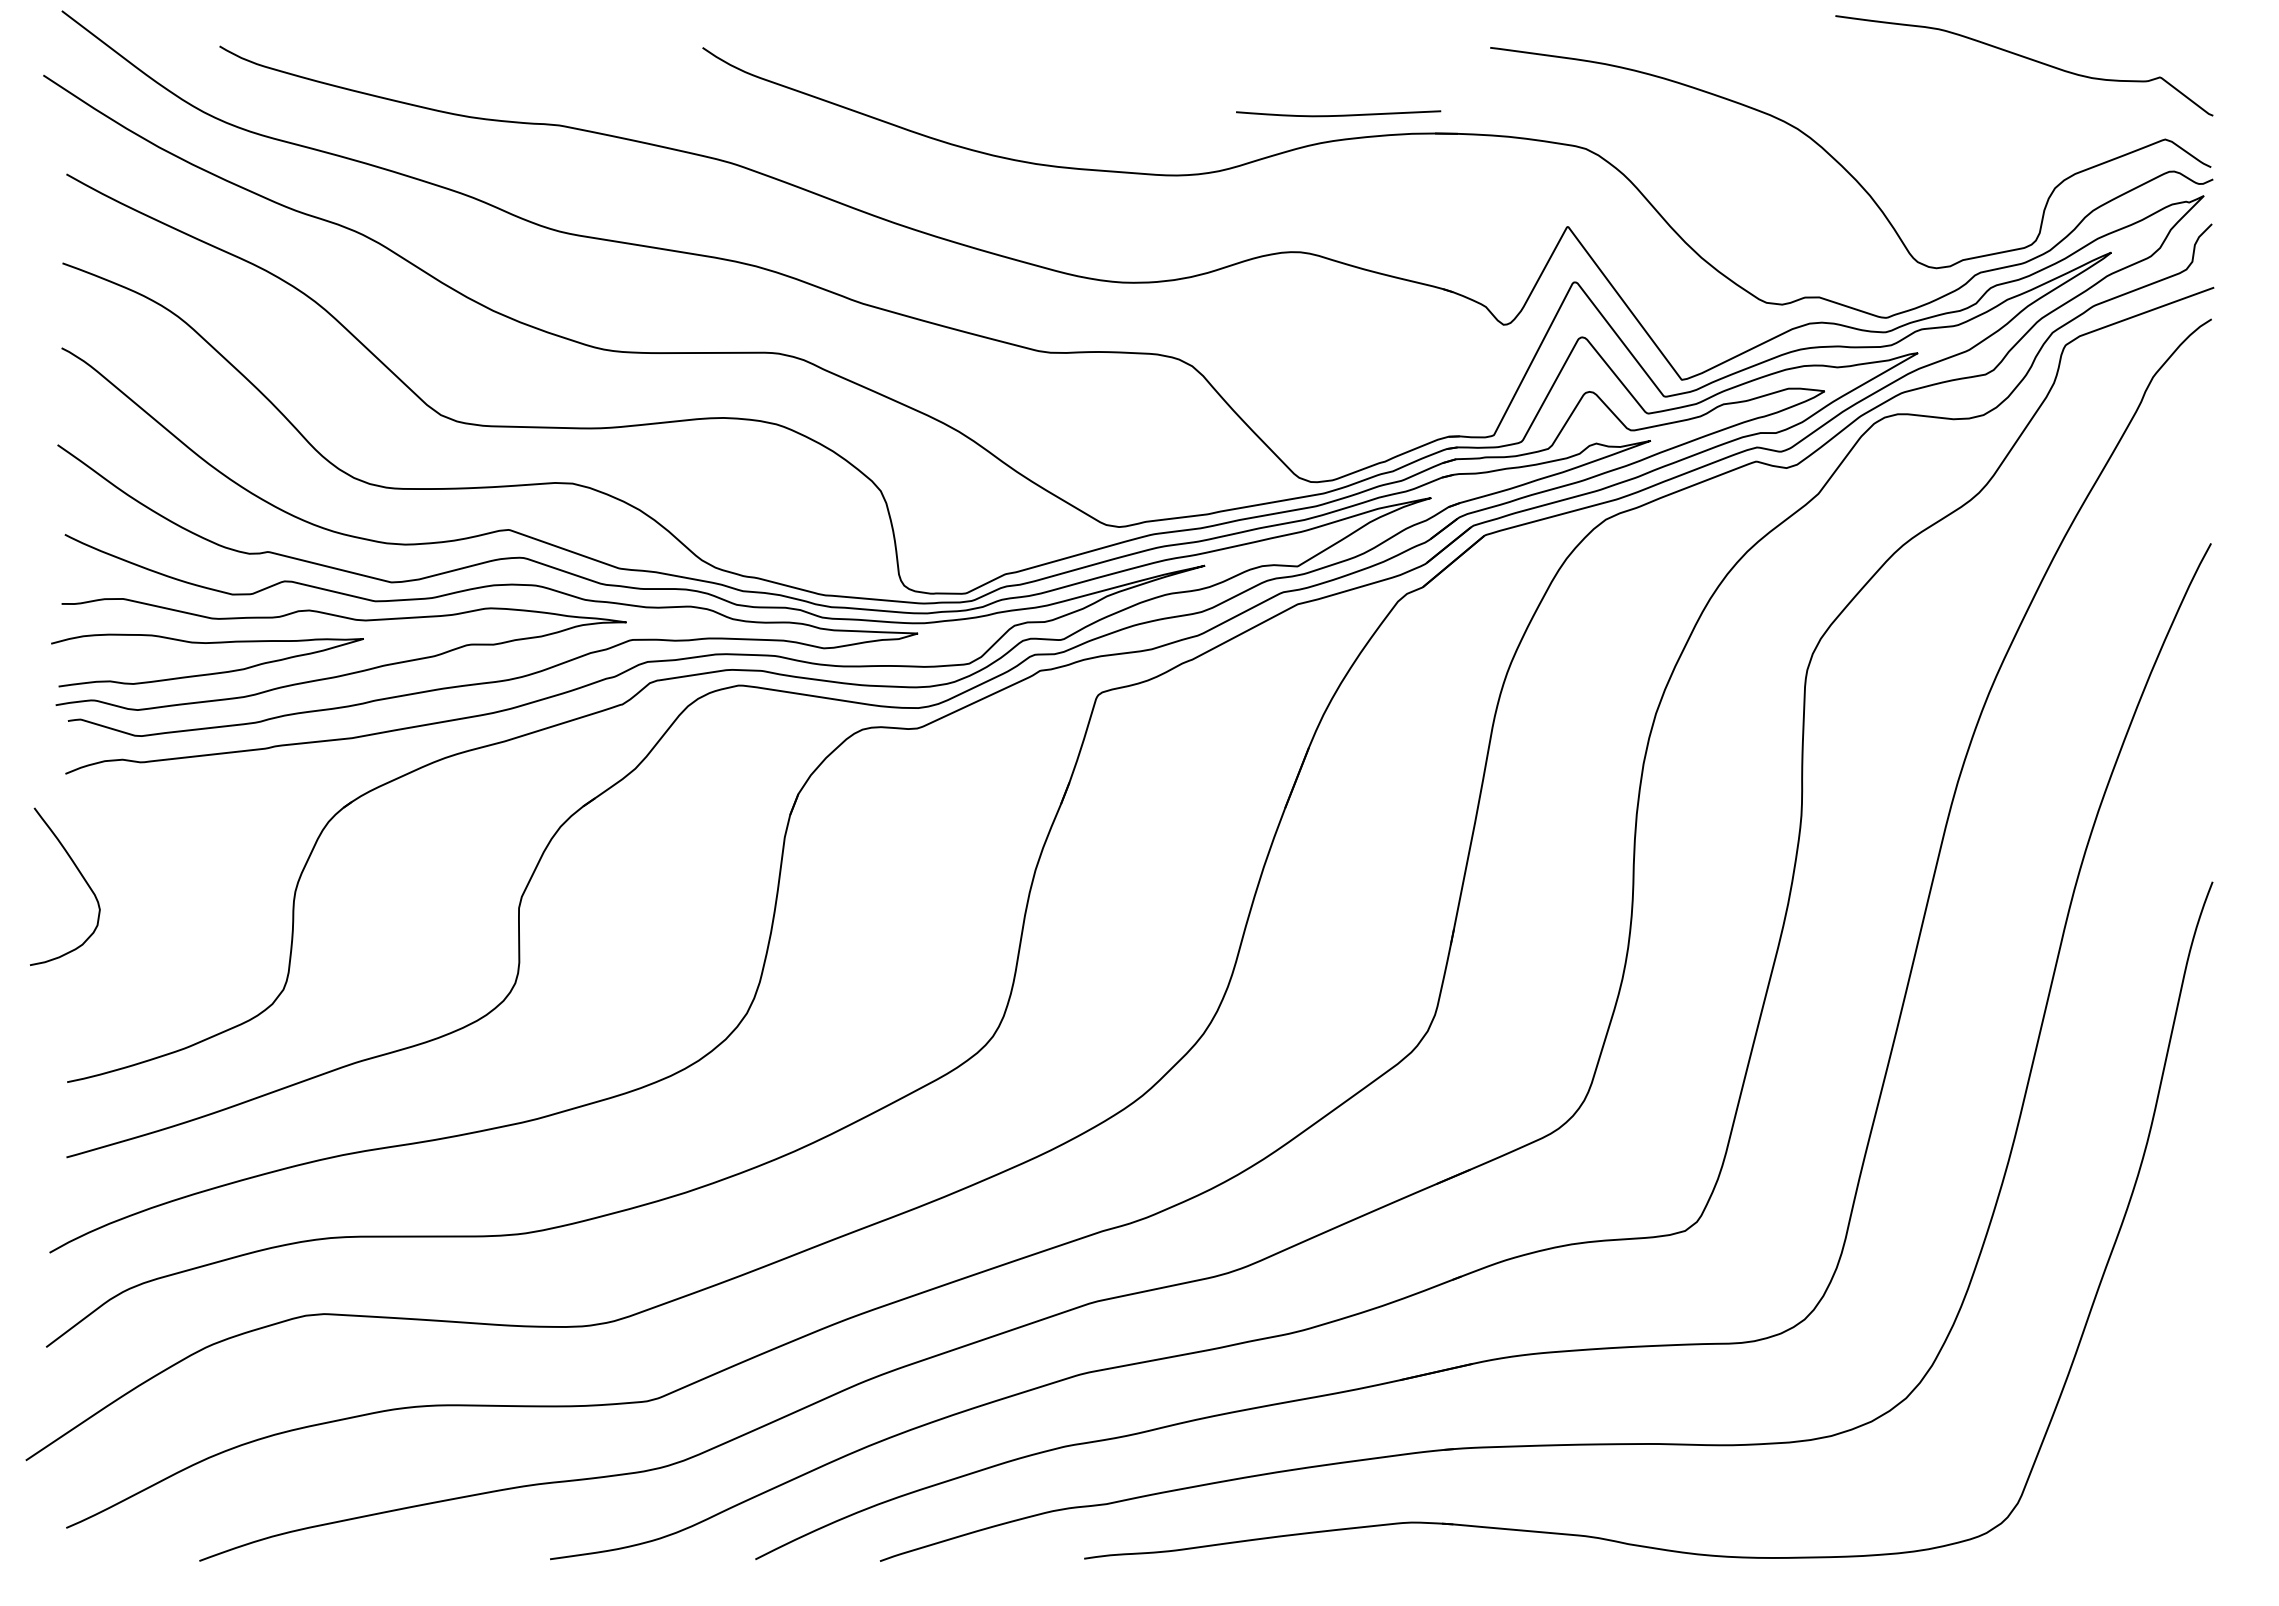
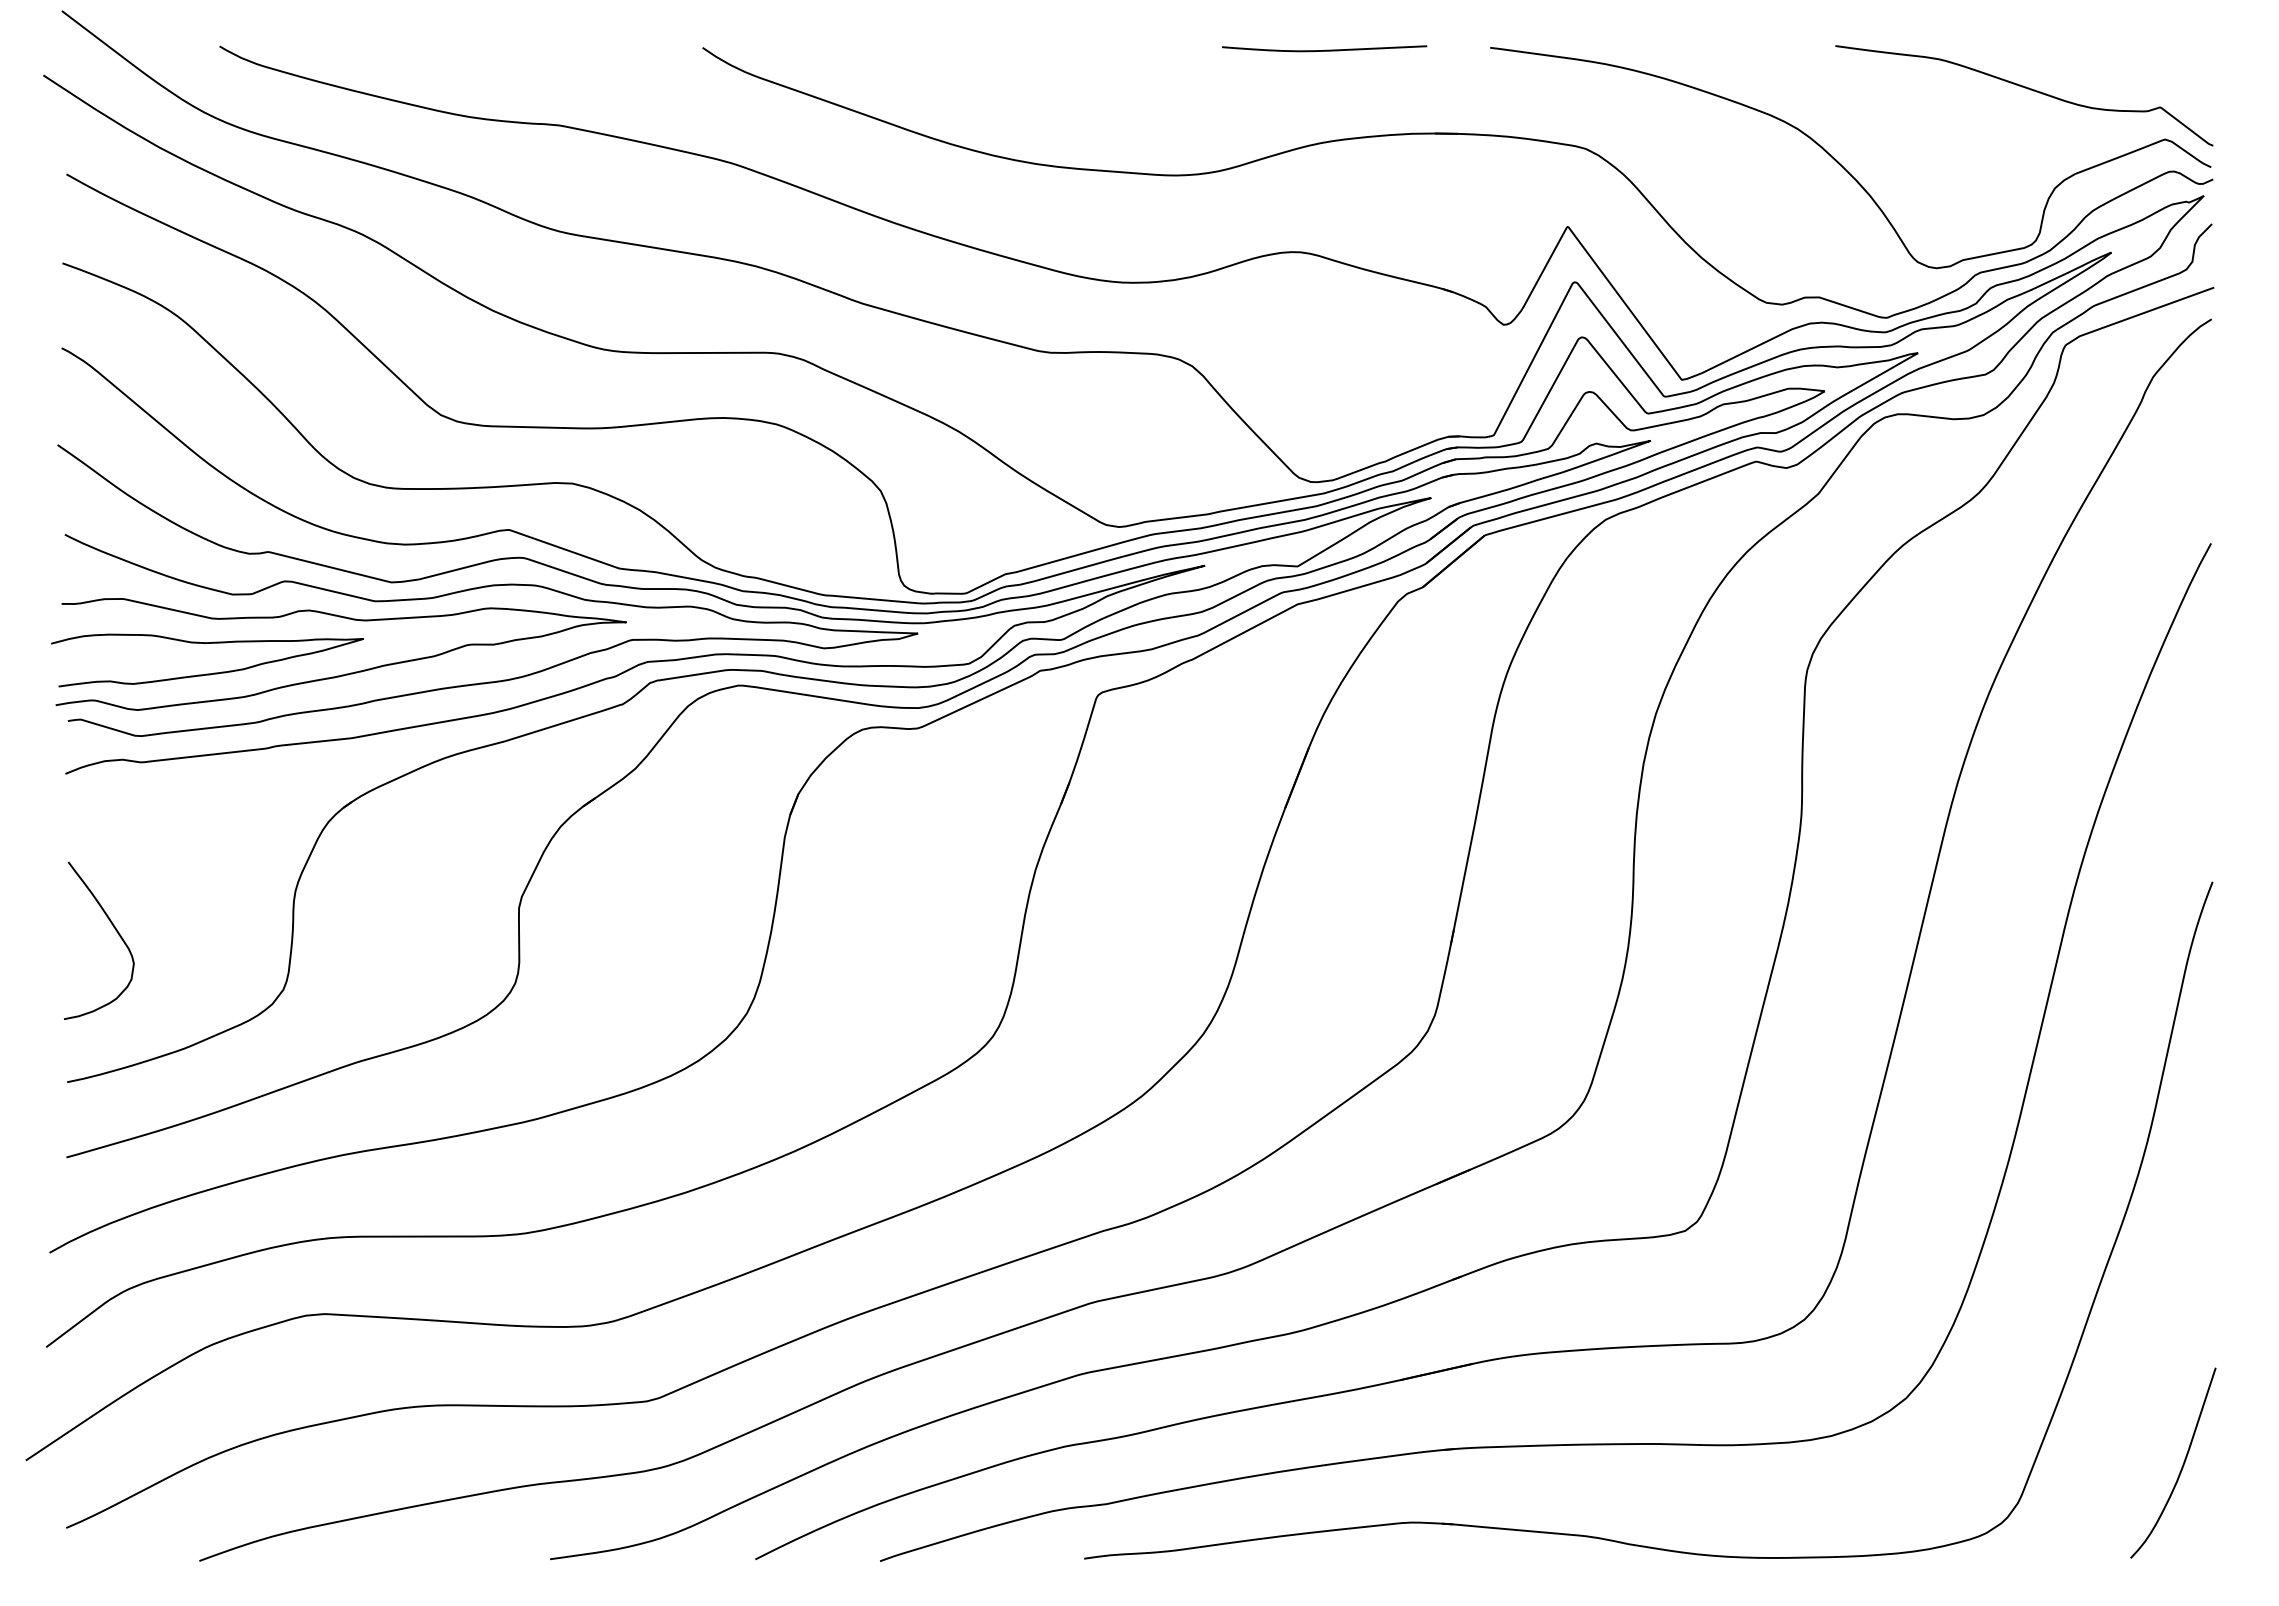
curve at (2027, 59) position: (2027, 59) -> (2027, 89)
curve at (1339, 114) position: (1339, 114) -> (1325, 49)
curve at (81, 876) position: (81, 876) -> (115, 930)
curve at (2182, 1464): none -> present
